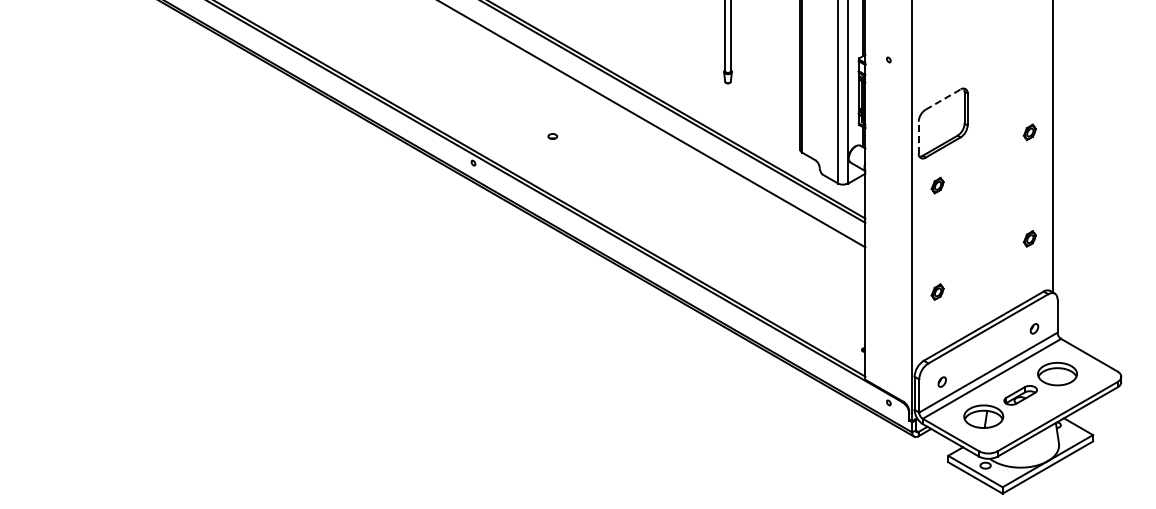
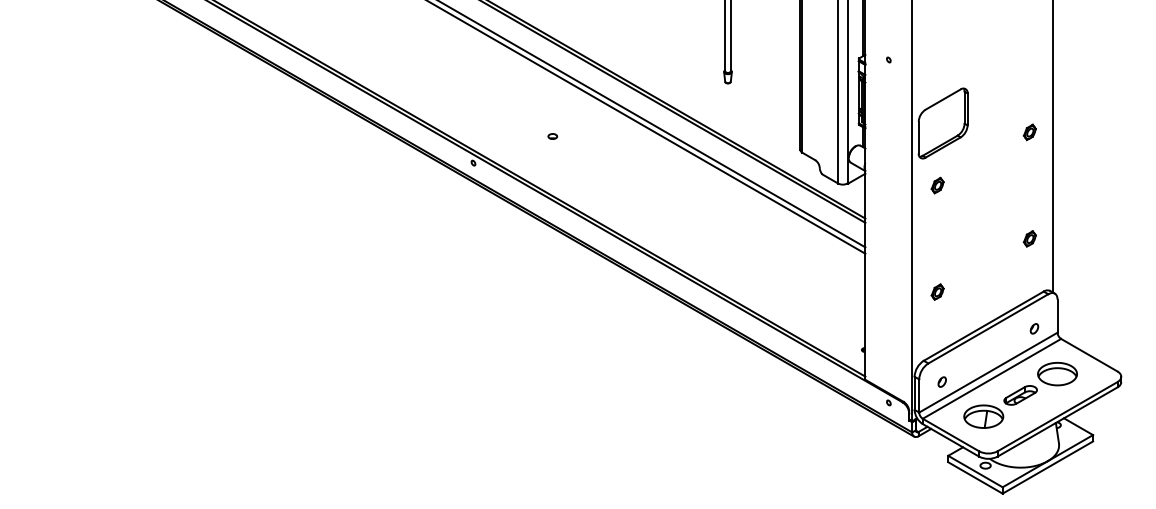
line at (943, 99): dashed -> solid
line at (647, 127): none -> present
line at (918, 137): dashed -> solid
